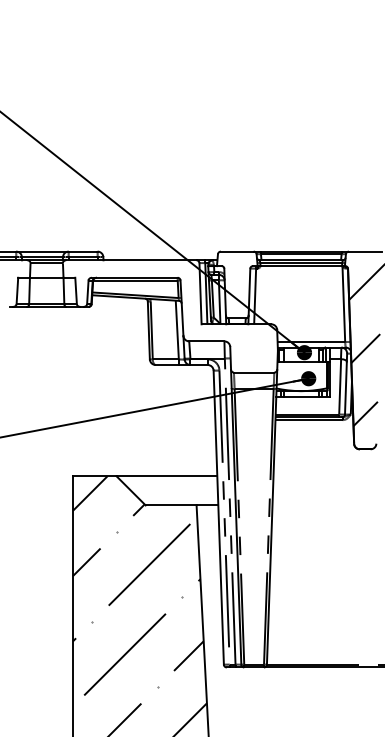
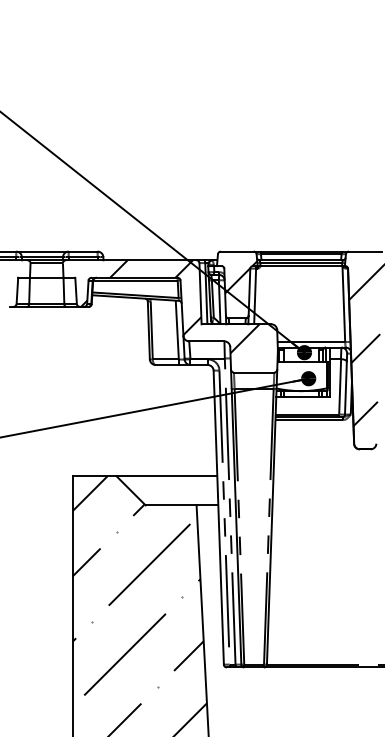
hatch at (241, 277): none -> present
hatch at (170, 306): none -> present
